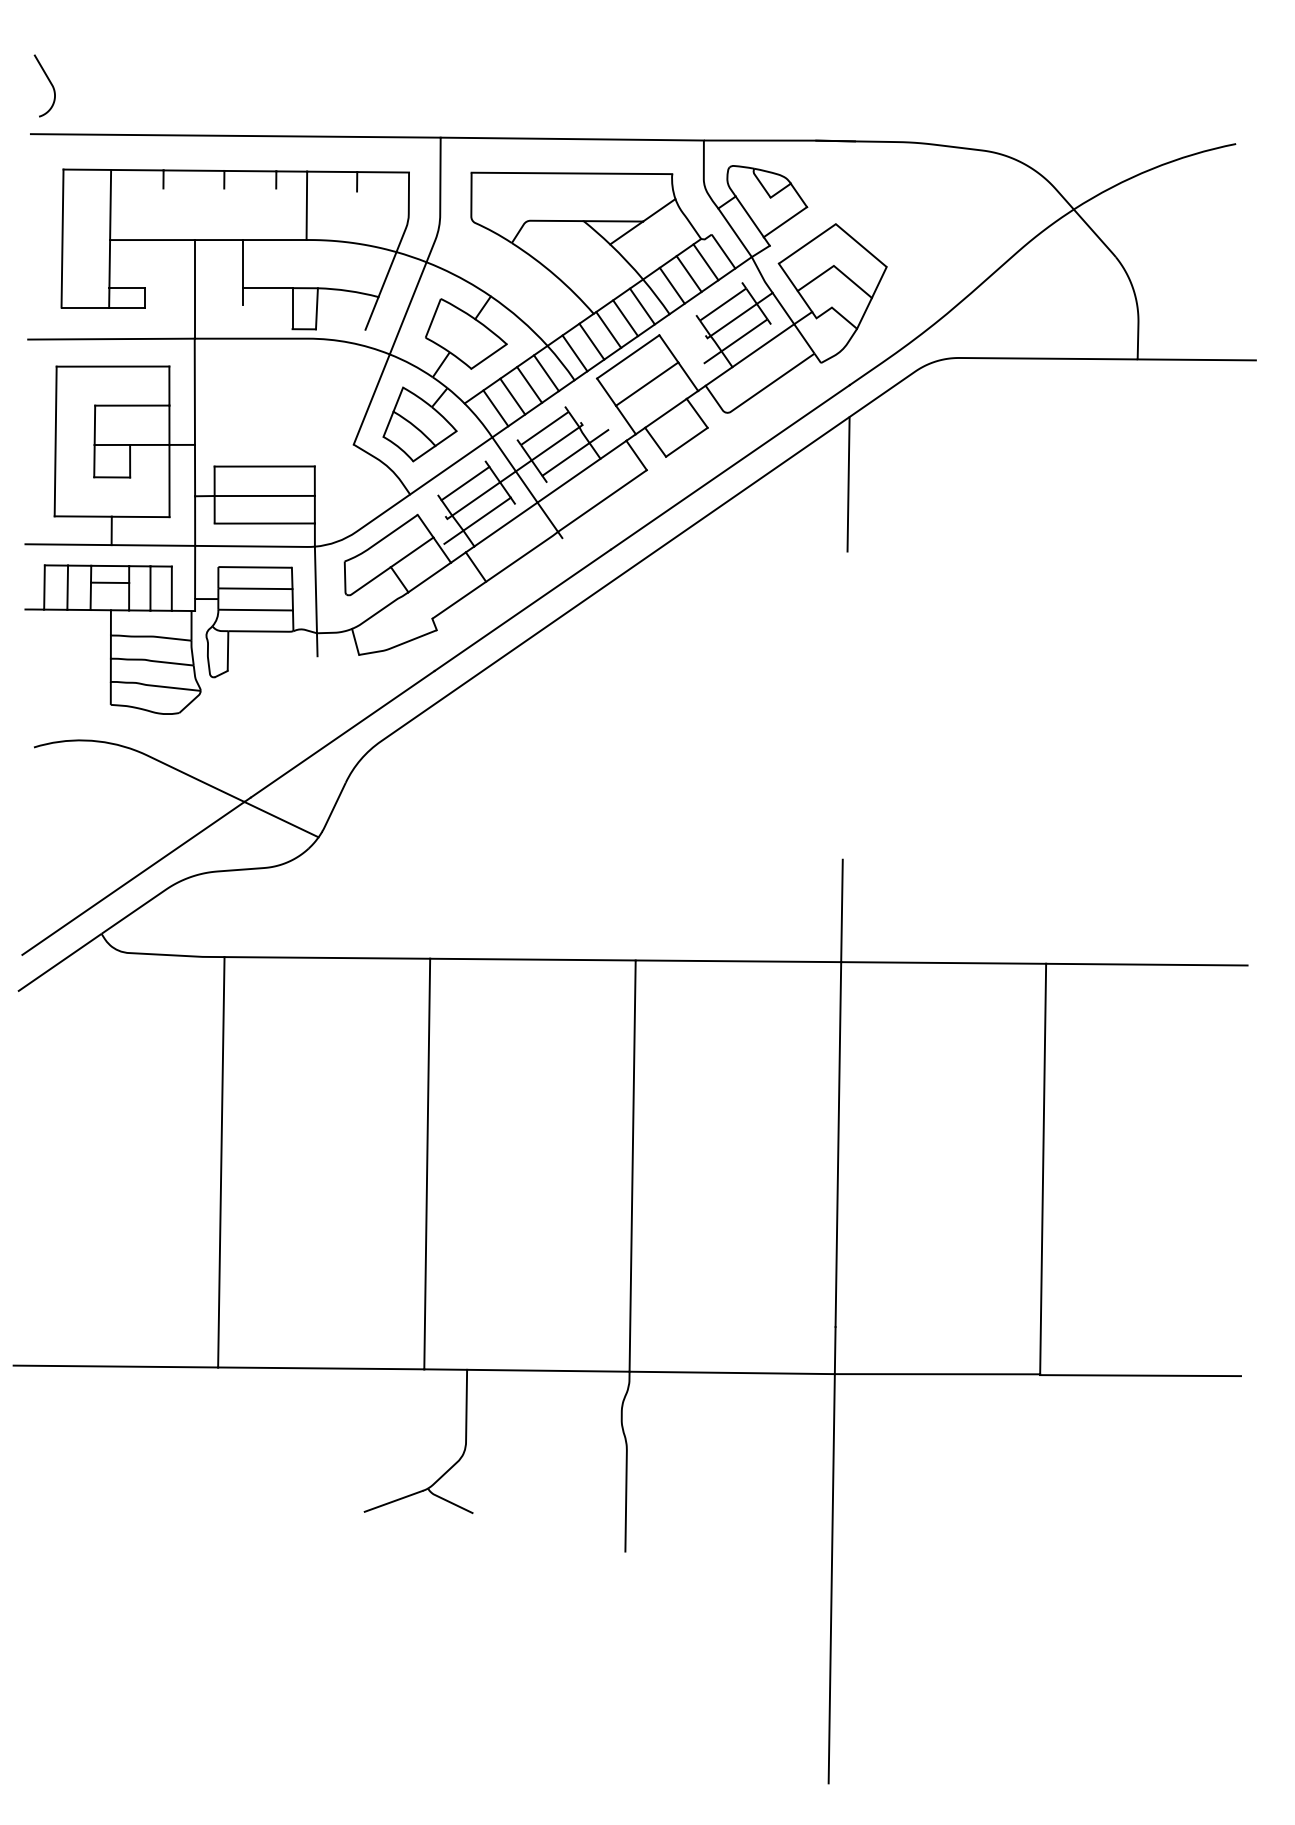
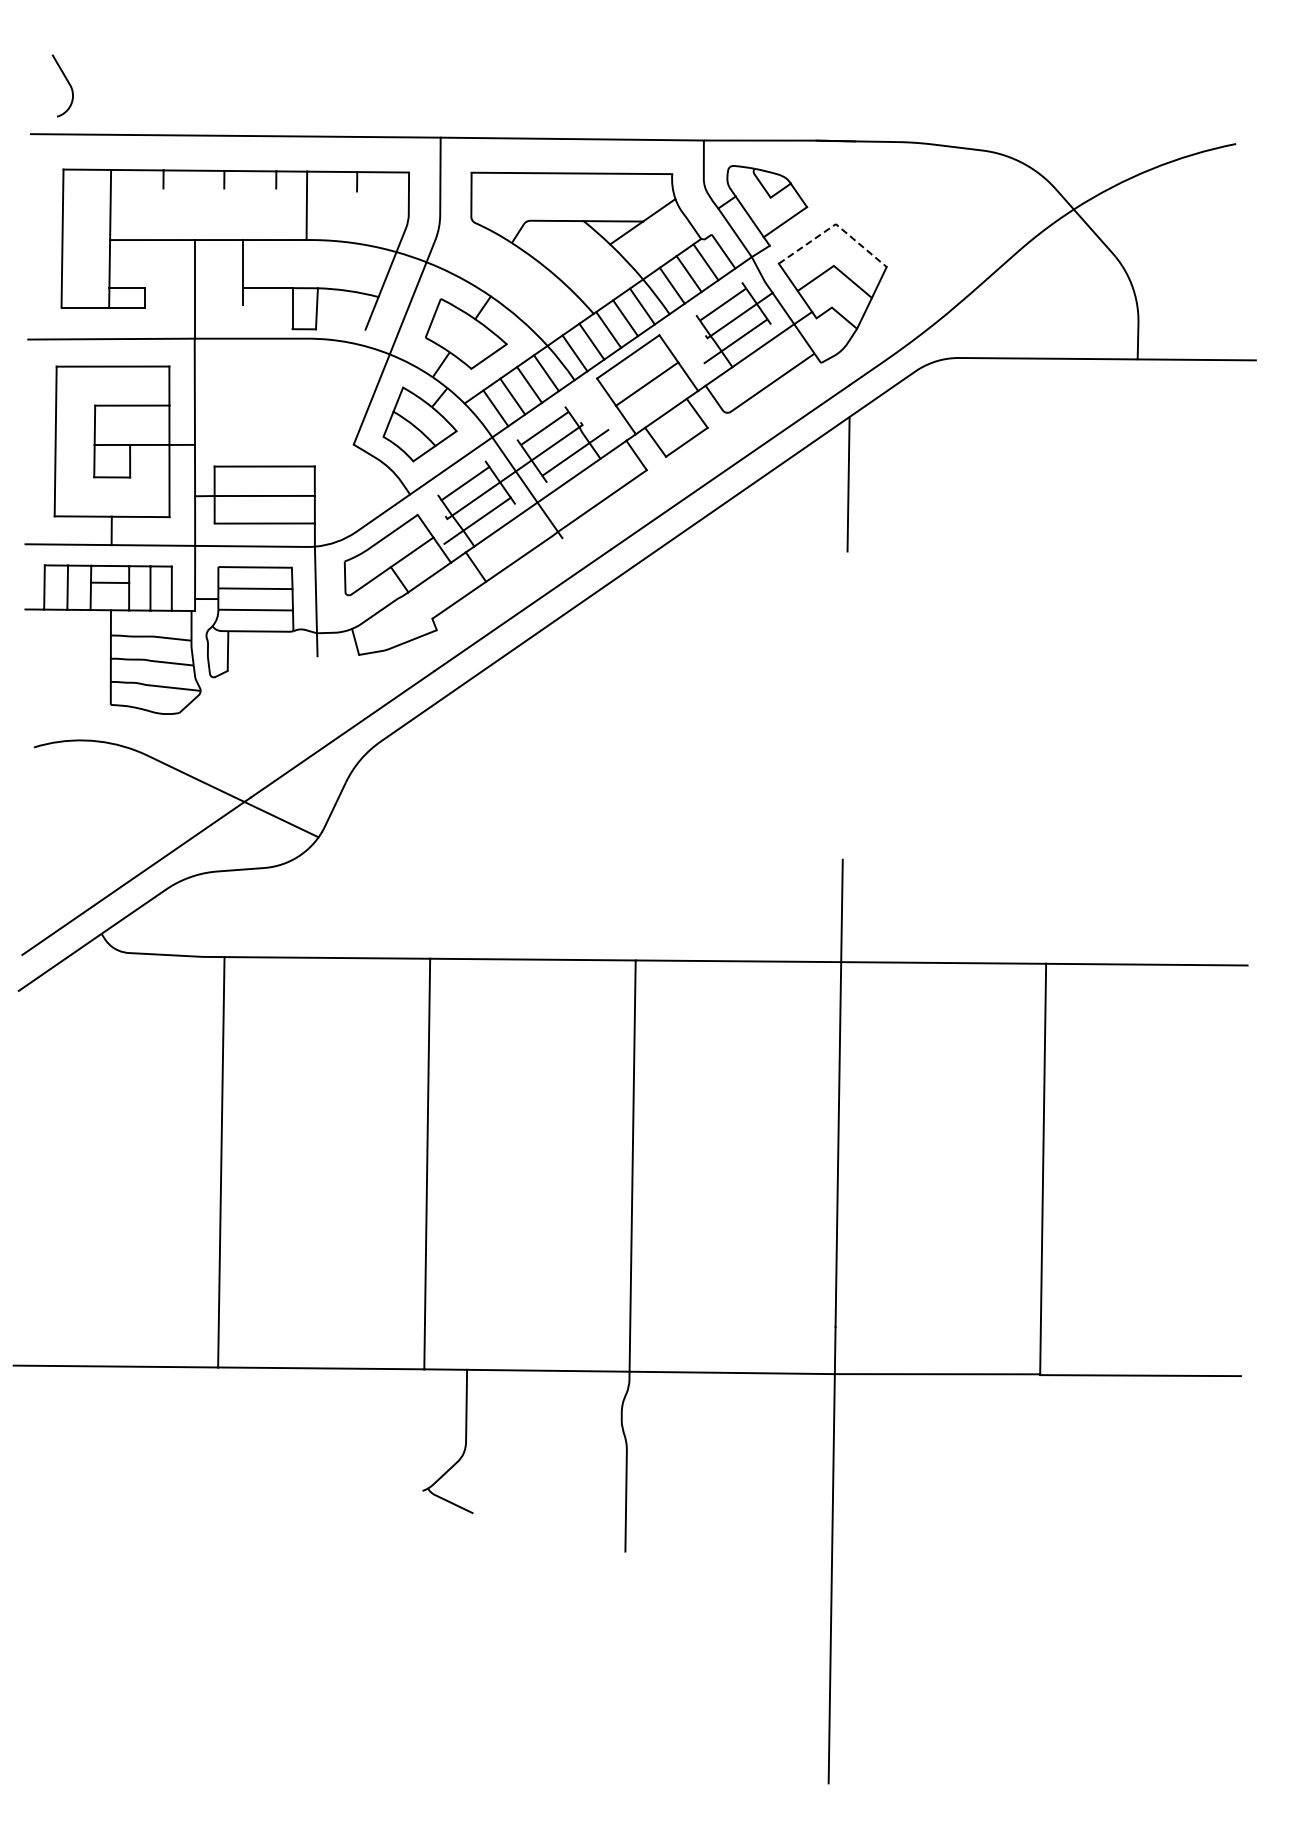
curve at (49, 82) position: (49, 82) -> (67, 82)
line at (835, 224): solid -> dashed
line at (393, 1500): present -> none
